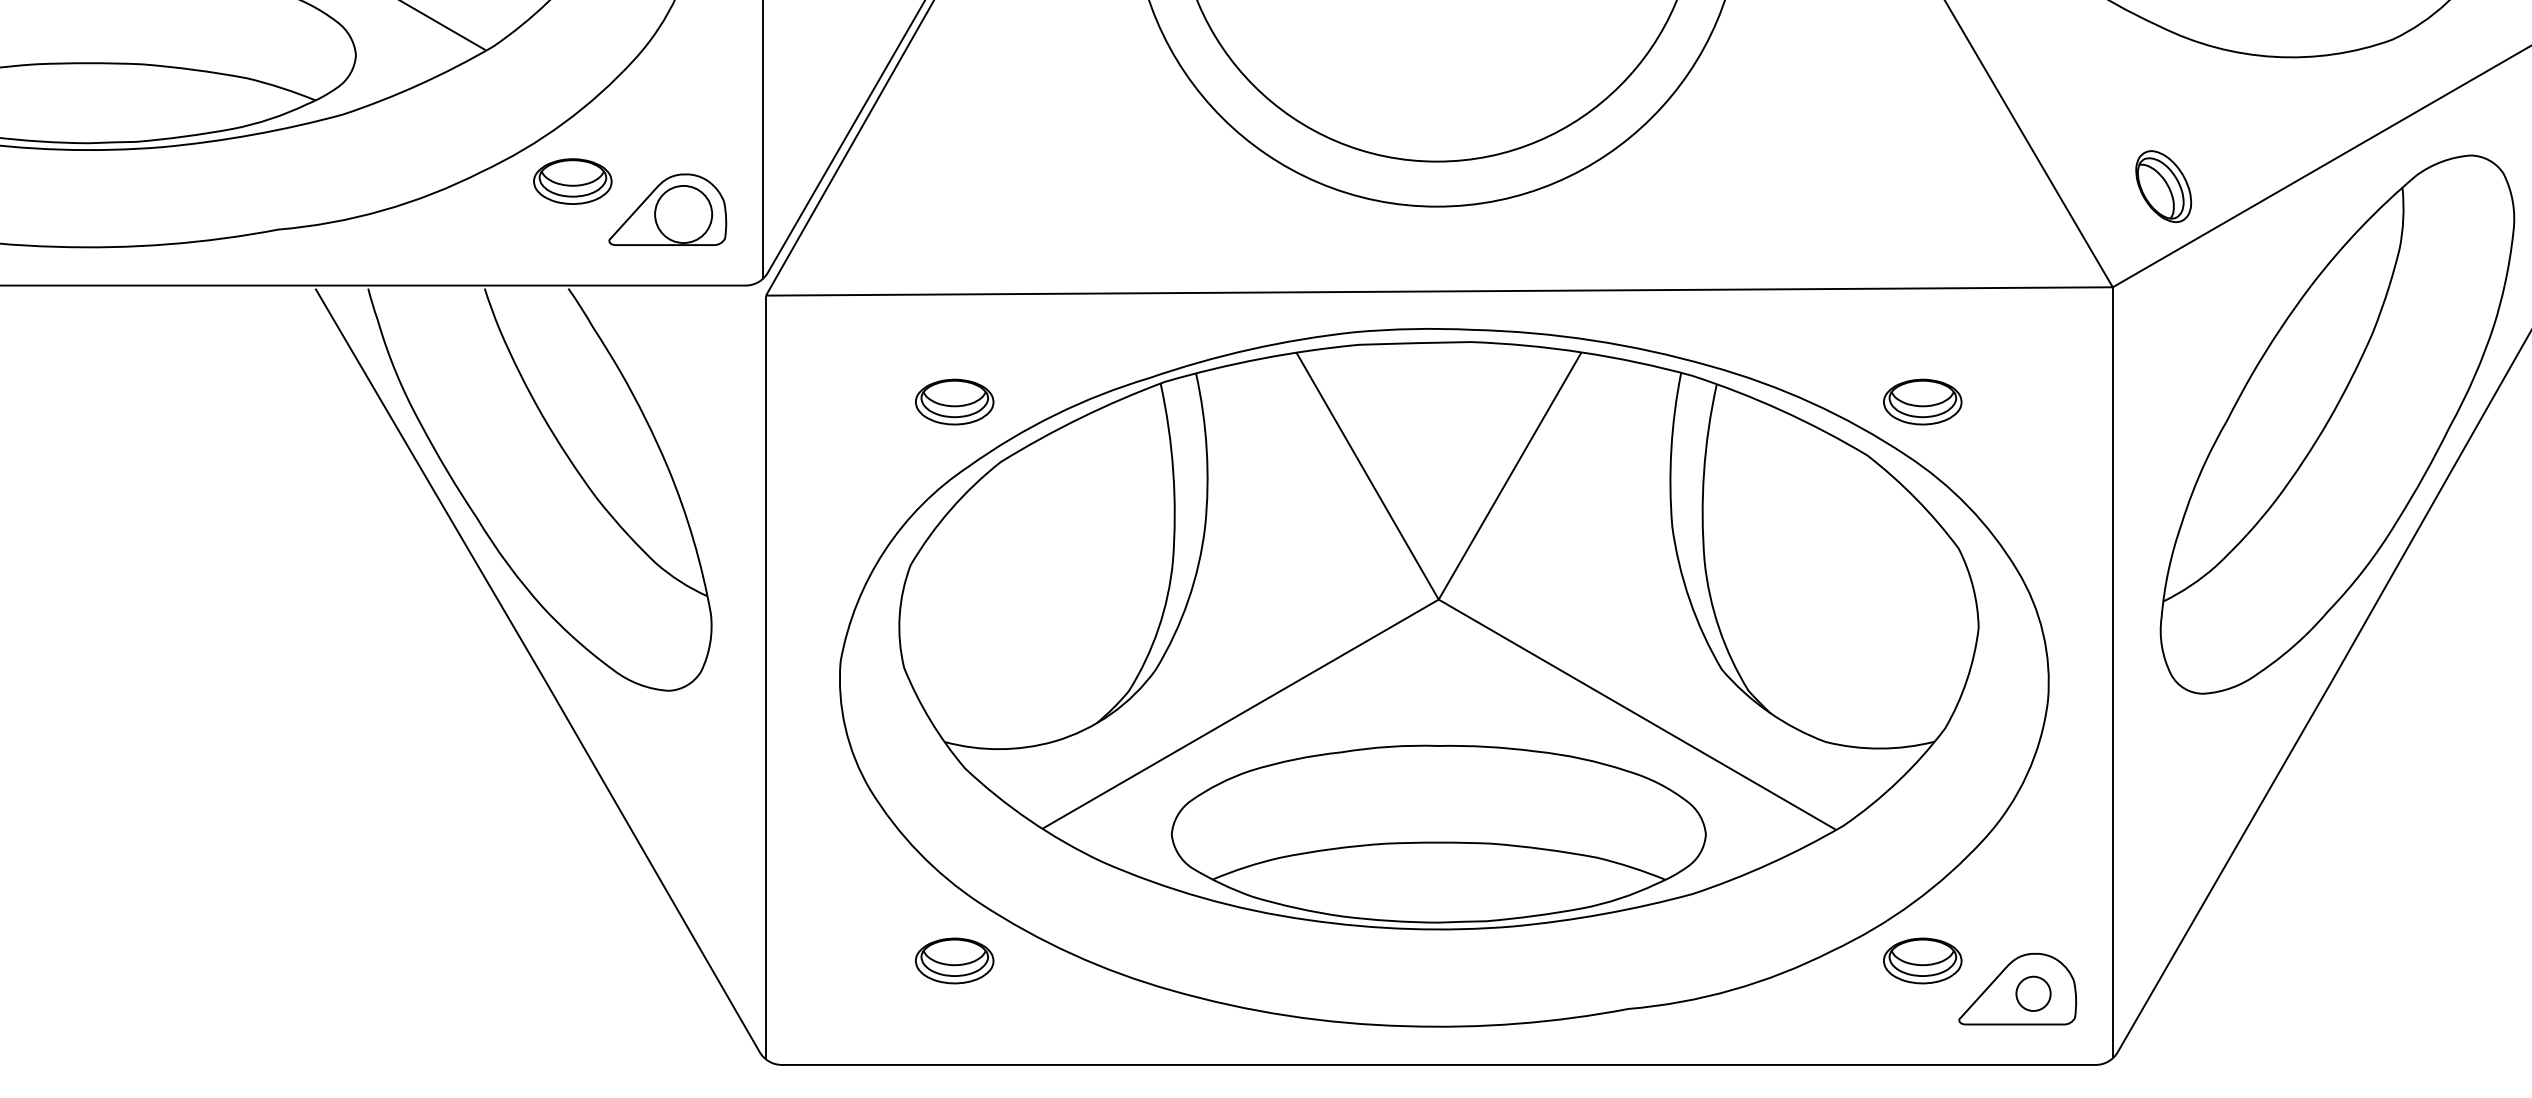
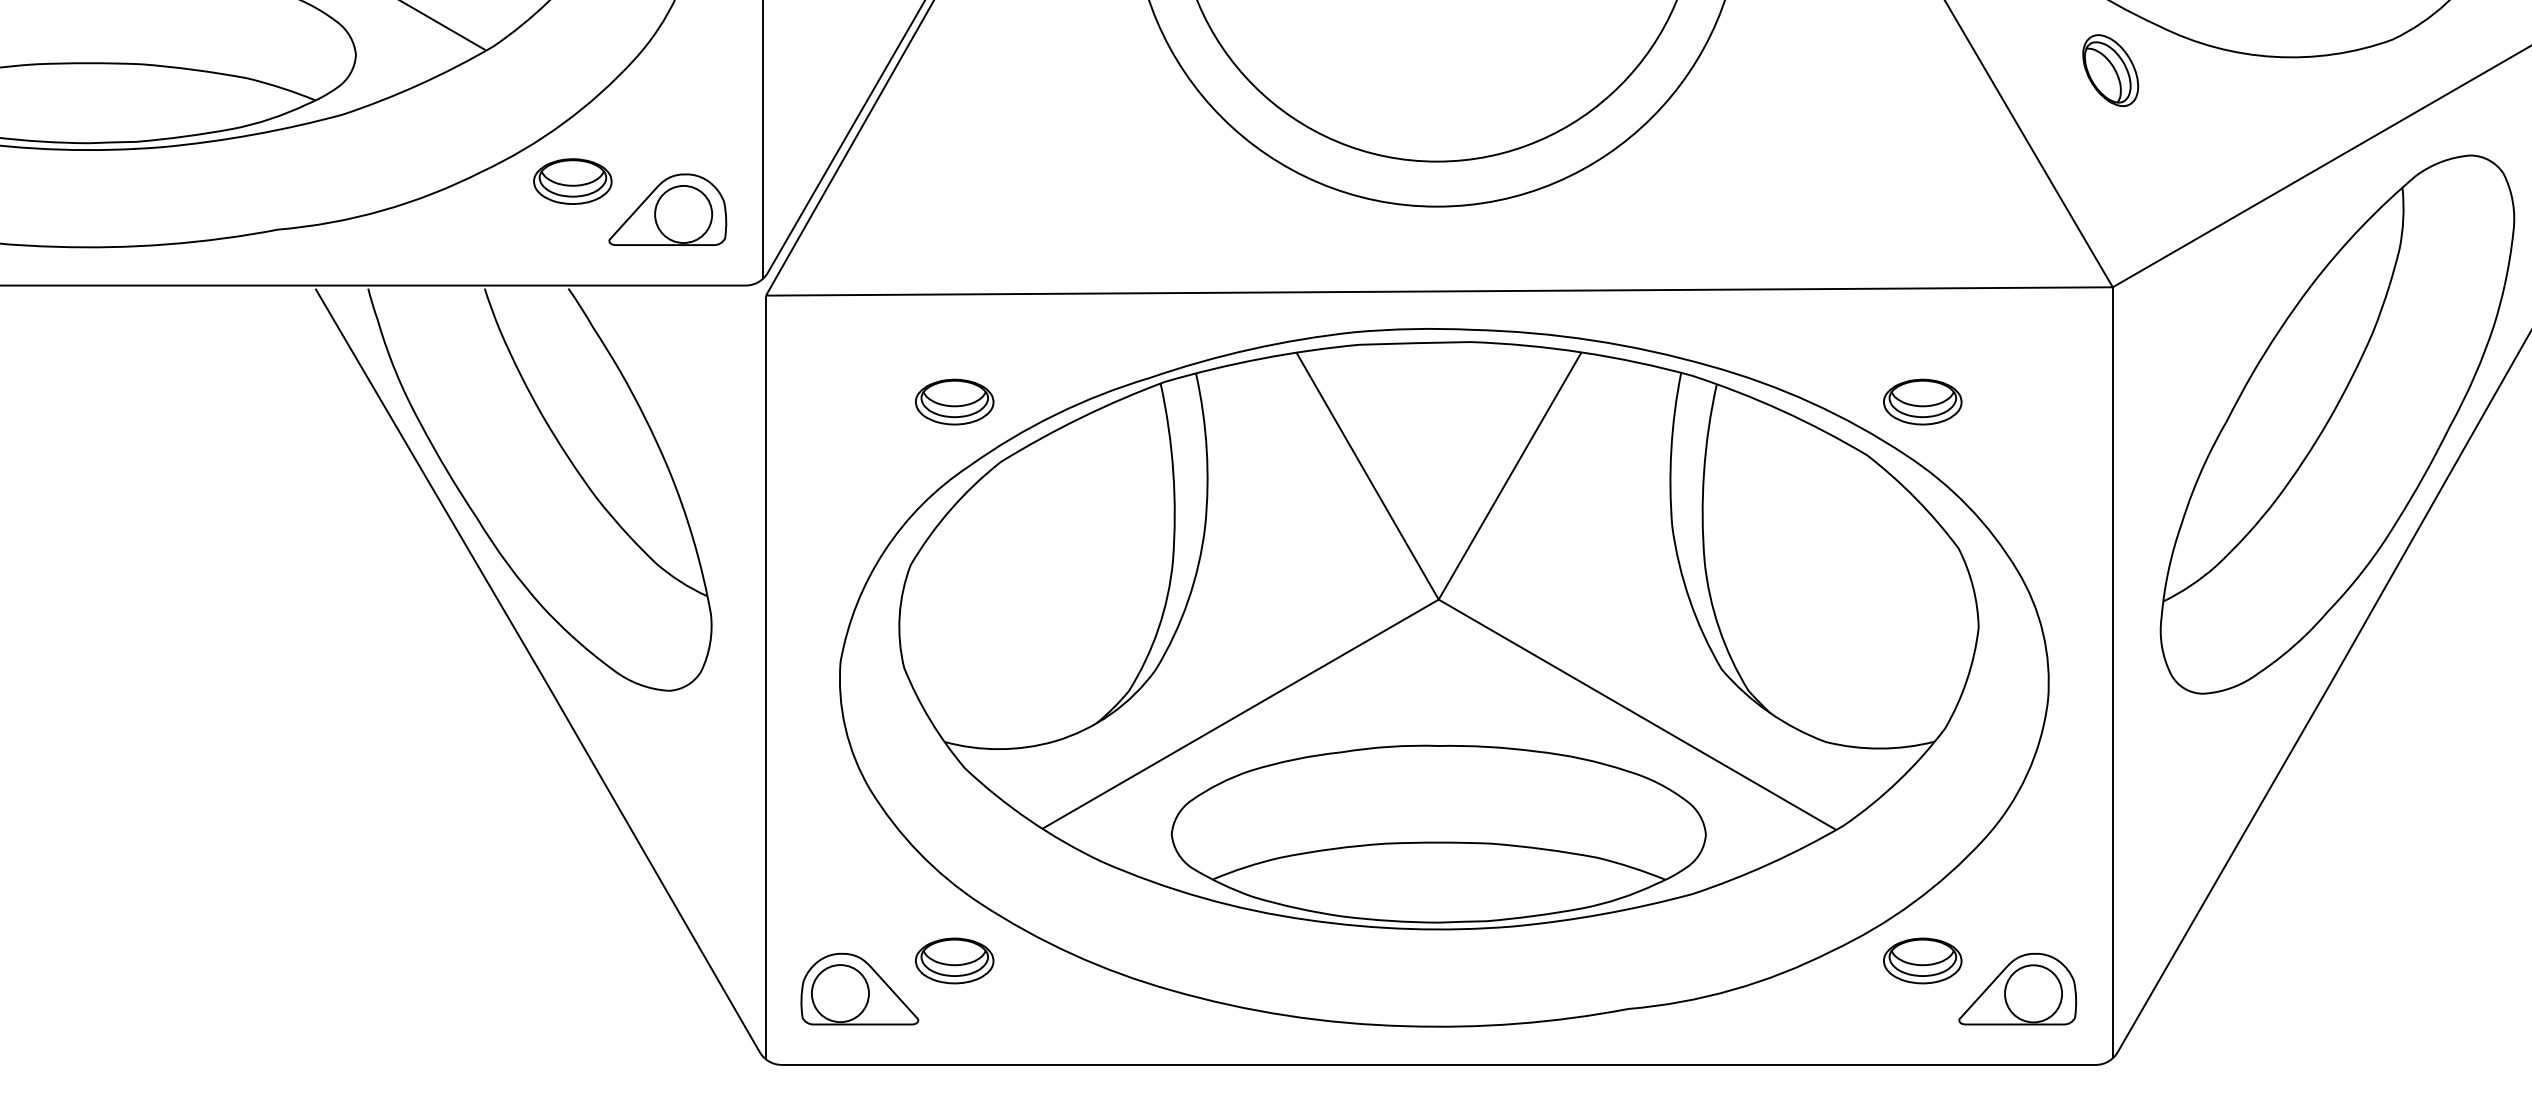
part at (2163, 186) position: (2163, 186) -> (2110, 70)
part at (859, 988): none -> present
circle at (2033, 993) diameter: 34 px -> 57 px
